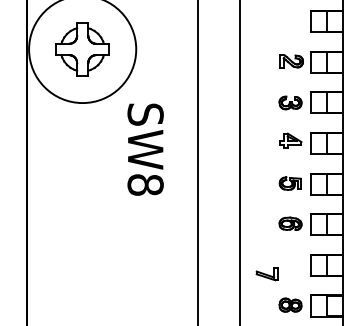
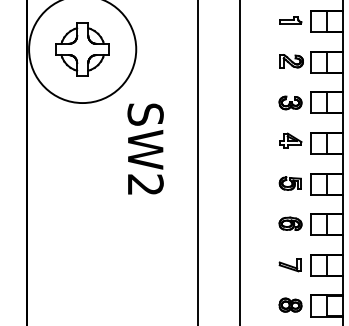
part at (290, 20): none -> present
text at (145, 184): SW8 -> SW2
part at (266, 274) position: (266, 274) -> (289, 265)
